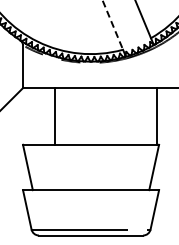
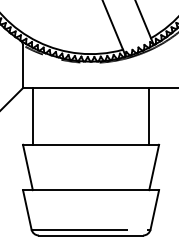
line at (113, 25): dashed -> solid
line at (54, 116) position: (54, 116) -> (32, 116)
line at (157, 116) position: (157, 116) -> (149, 116)
